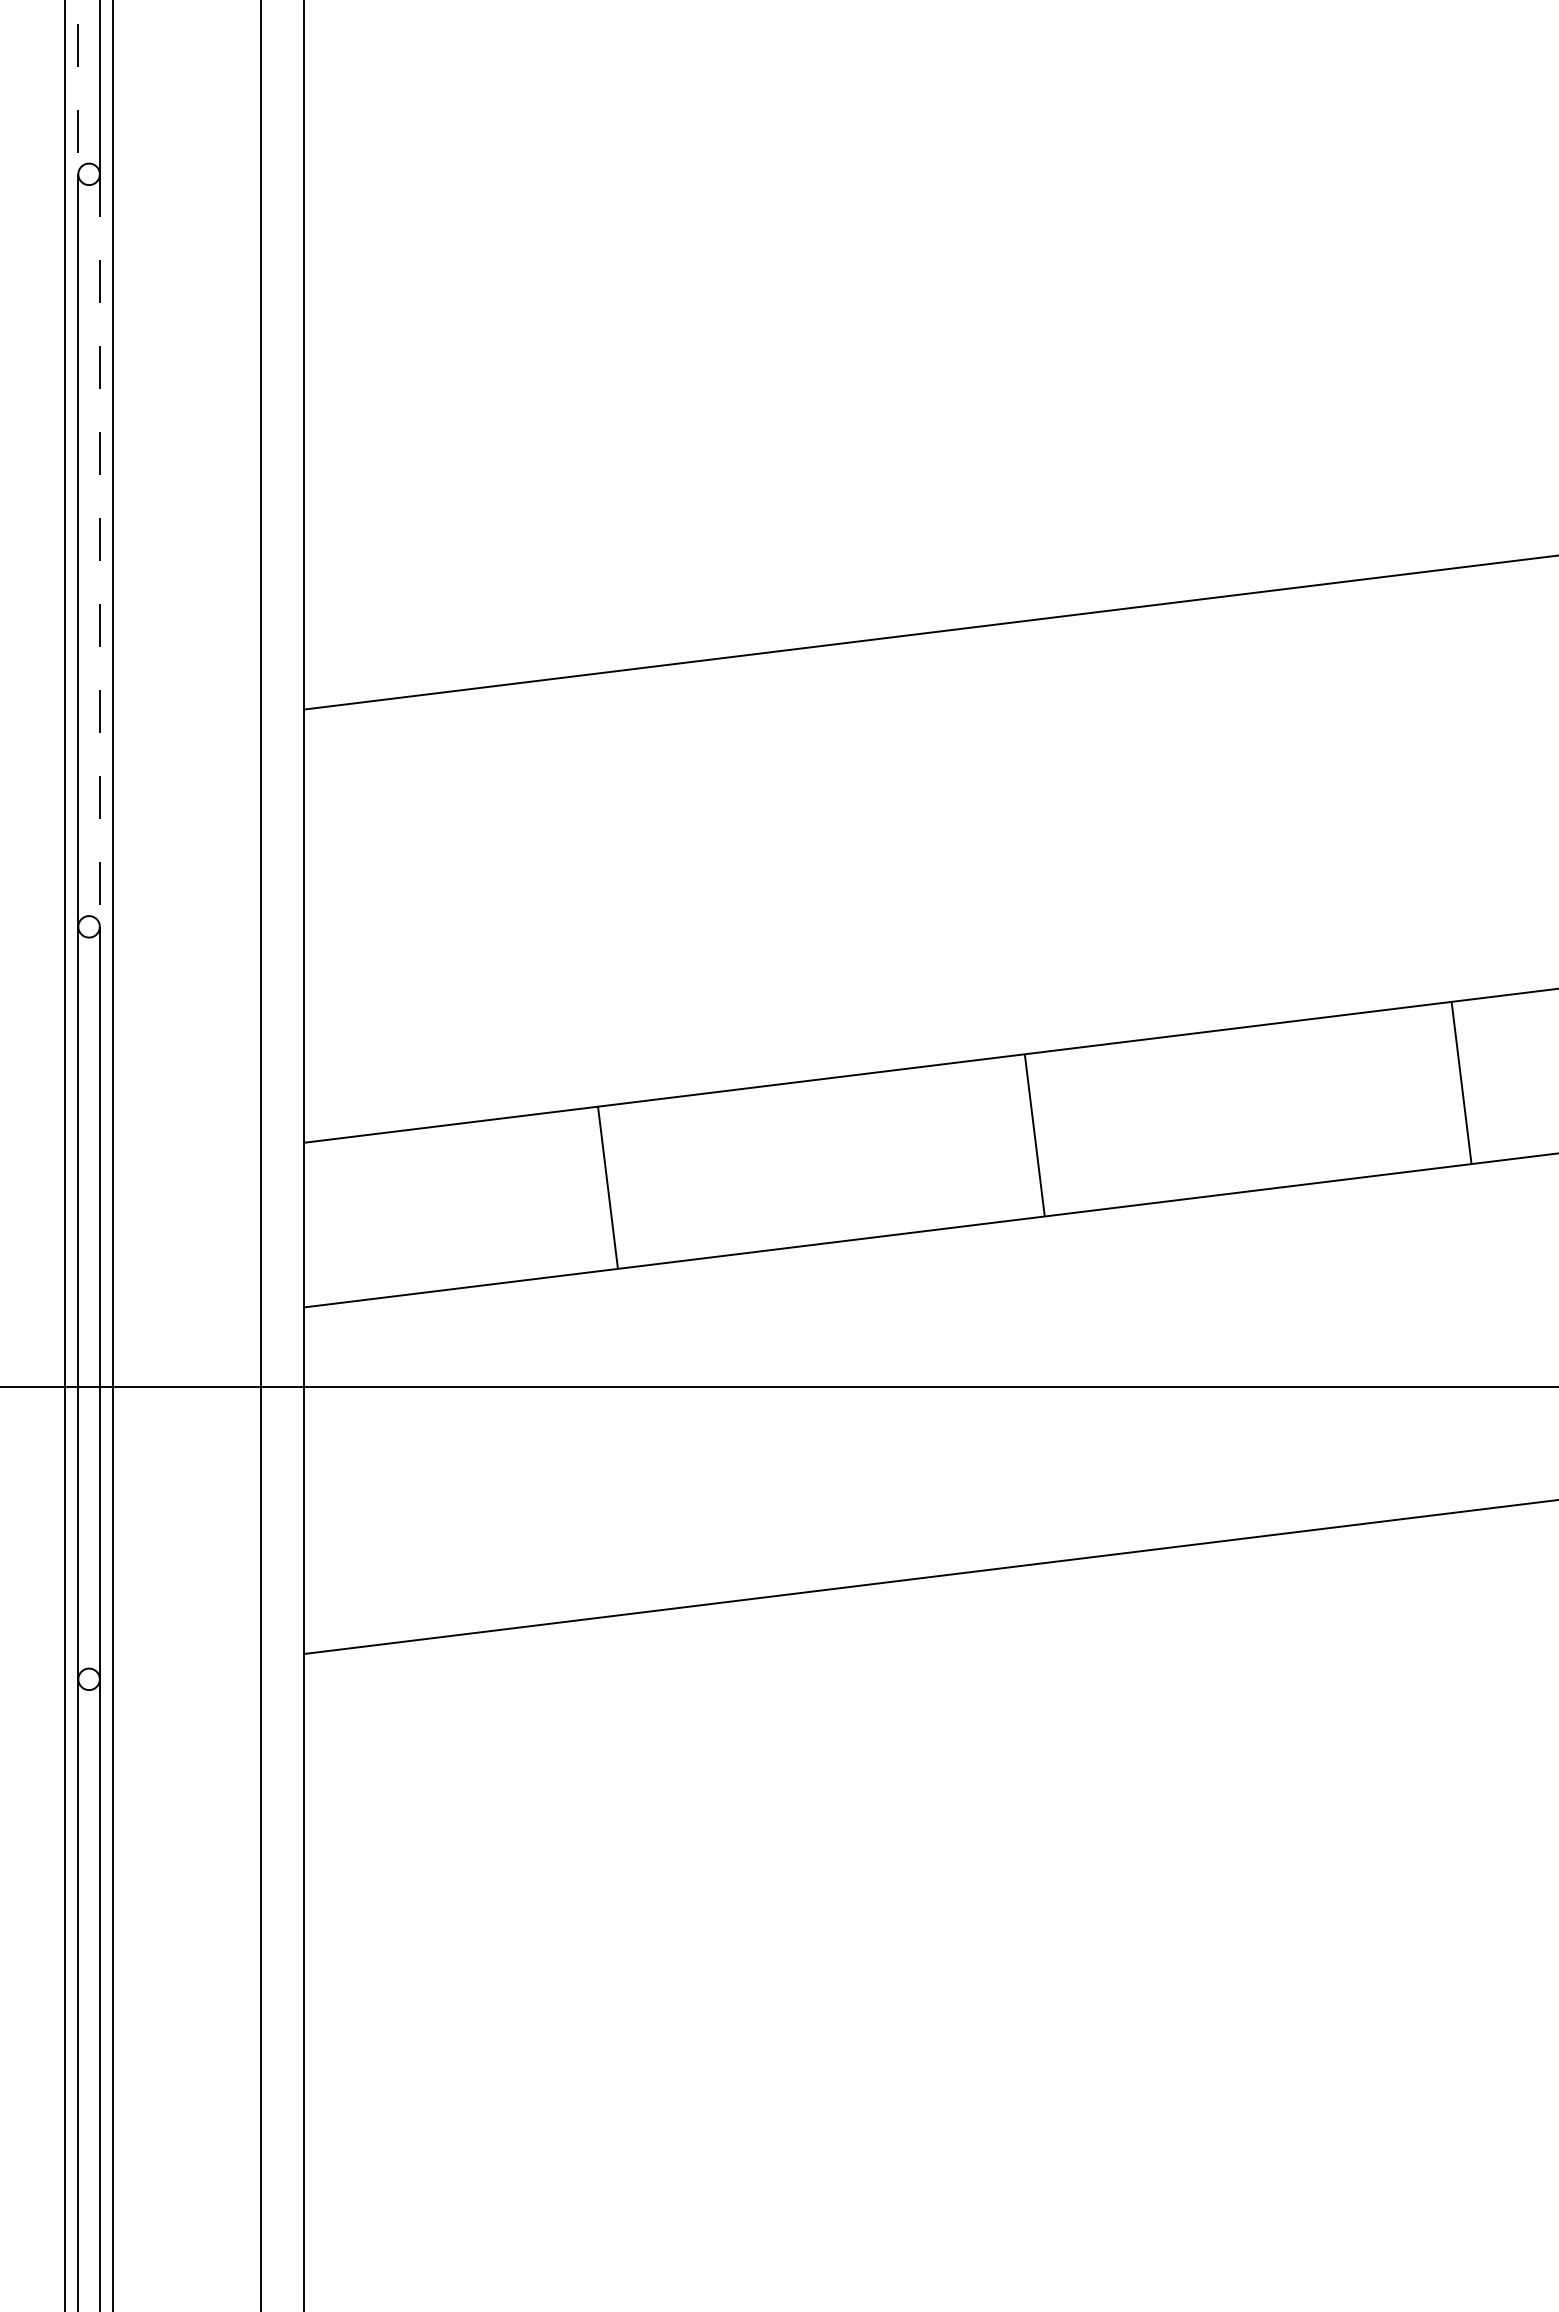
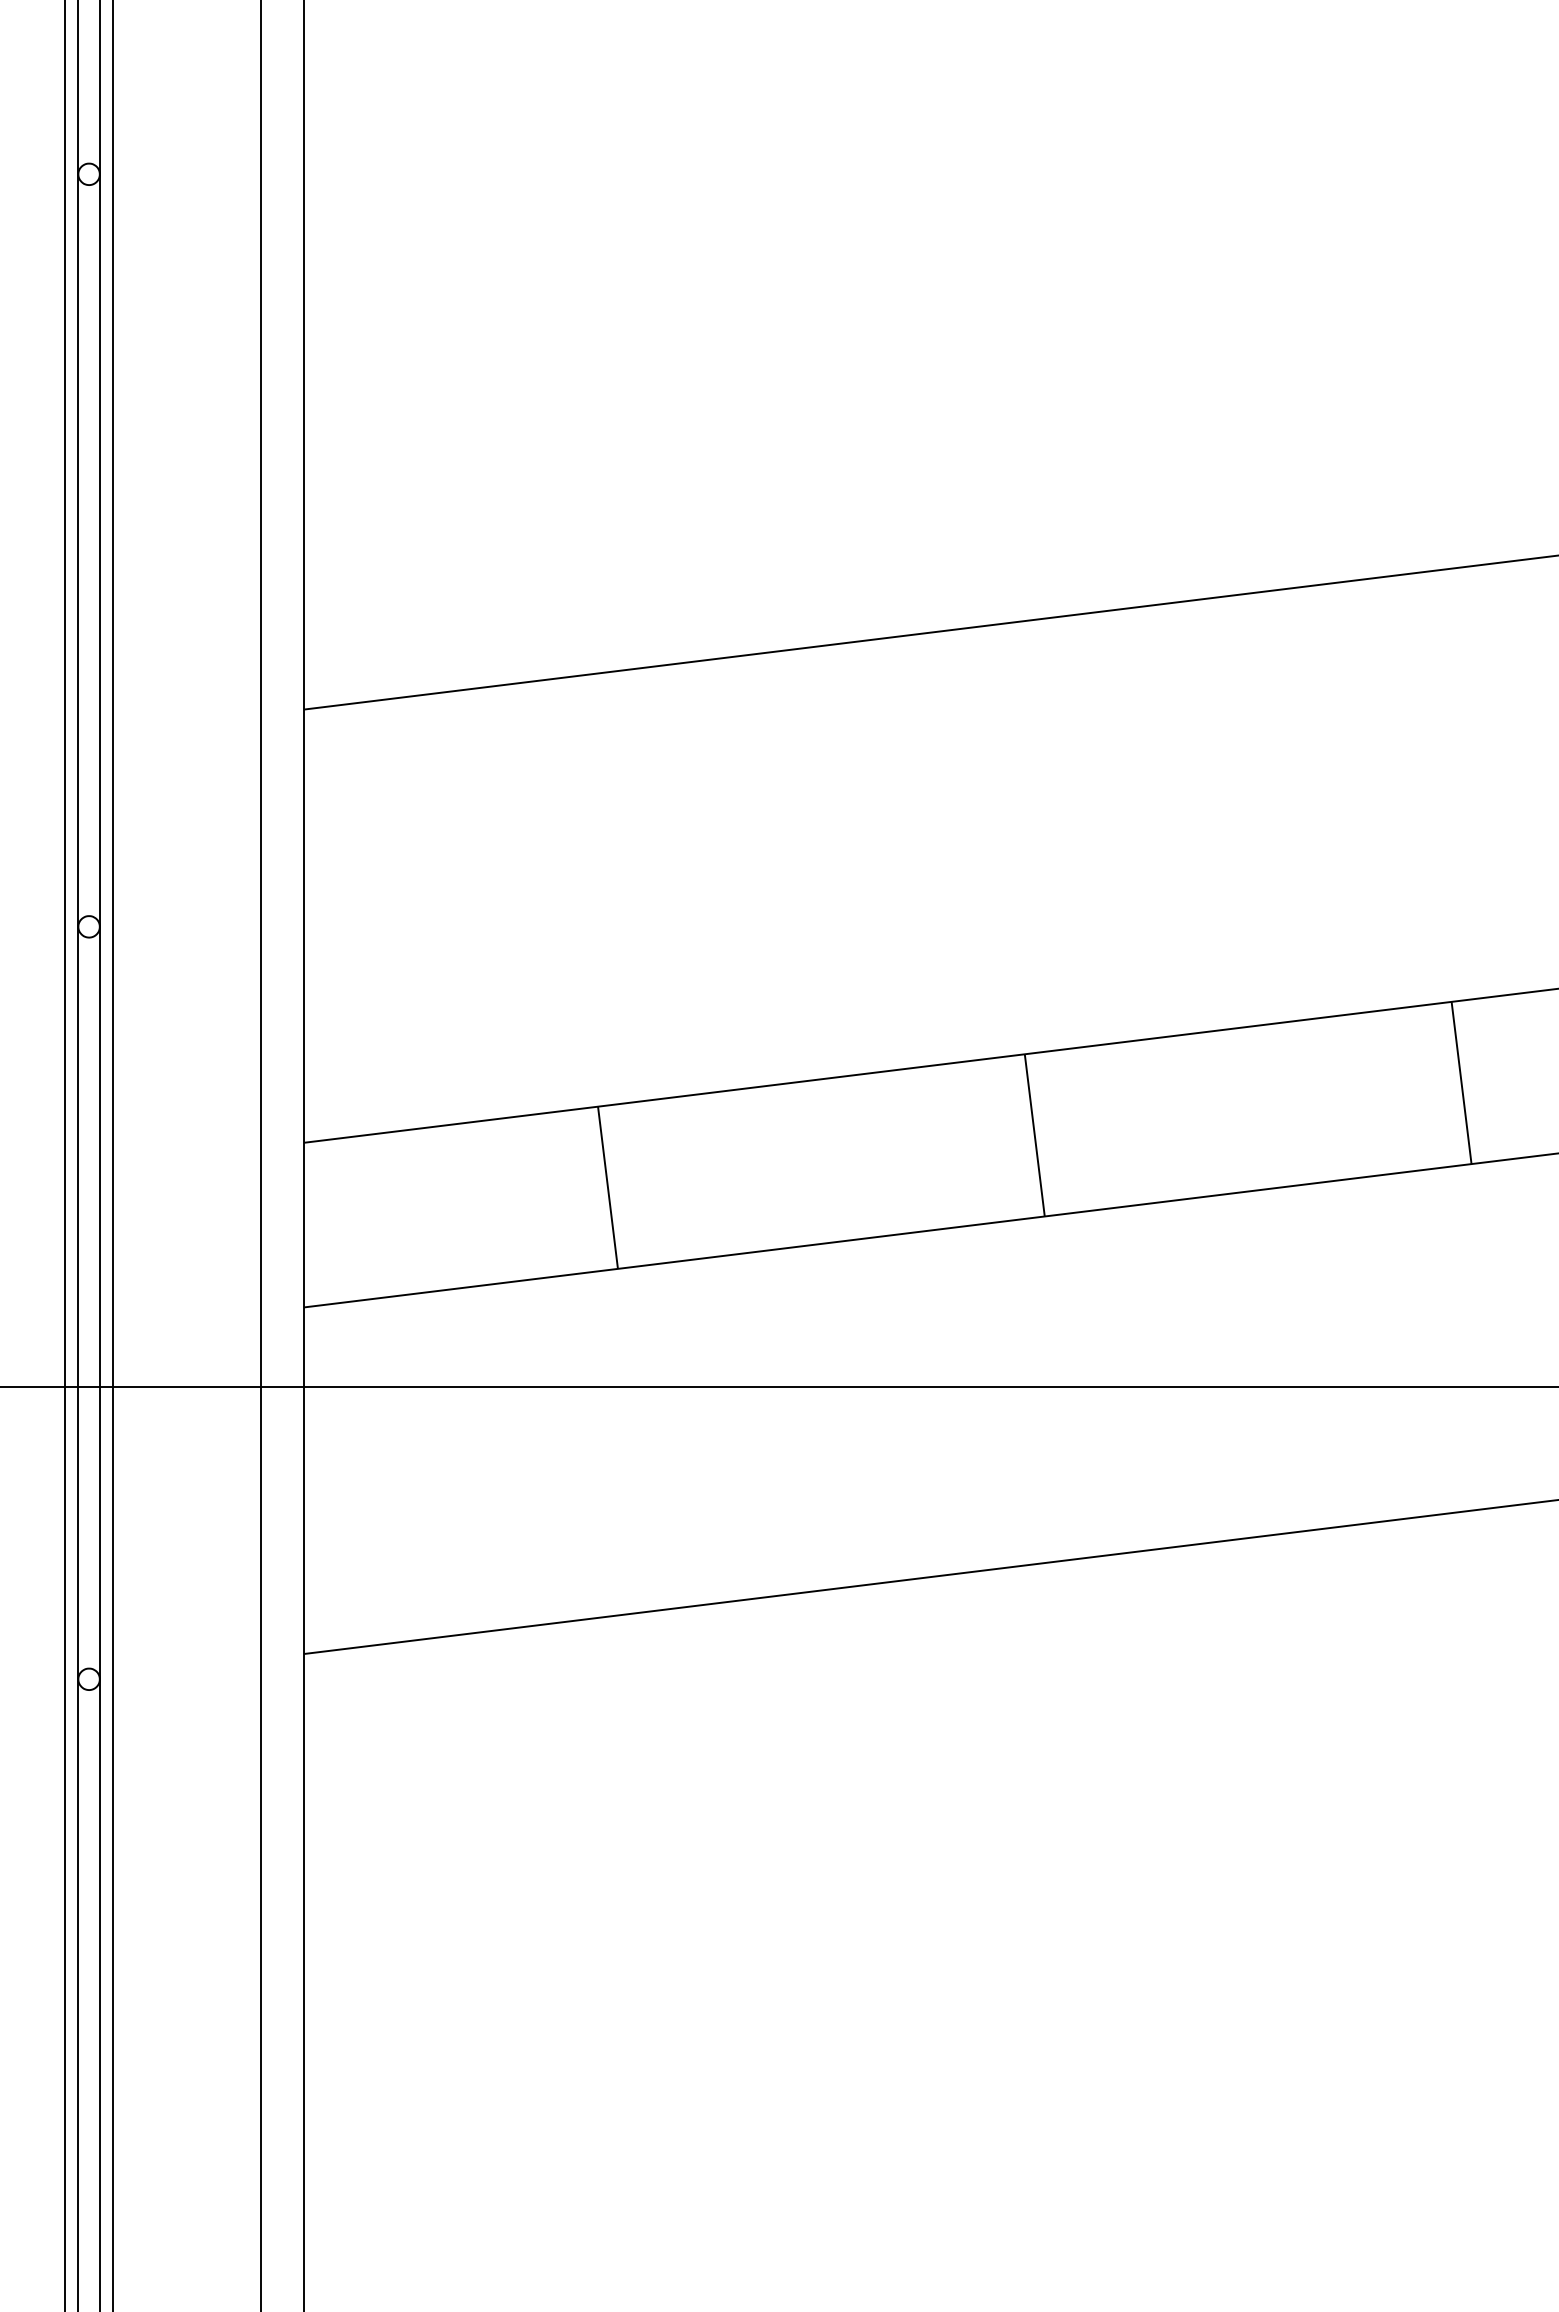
line at (78, 87): dashed -> solid
line at (99, 551): dashed -> solid
